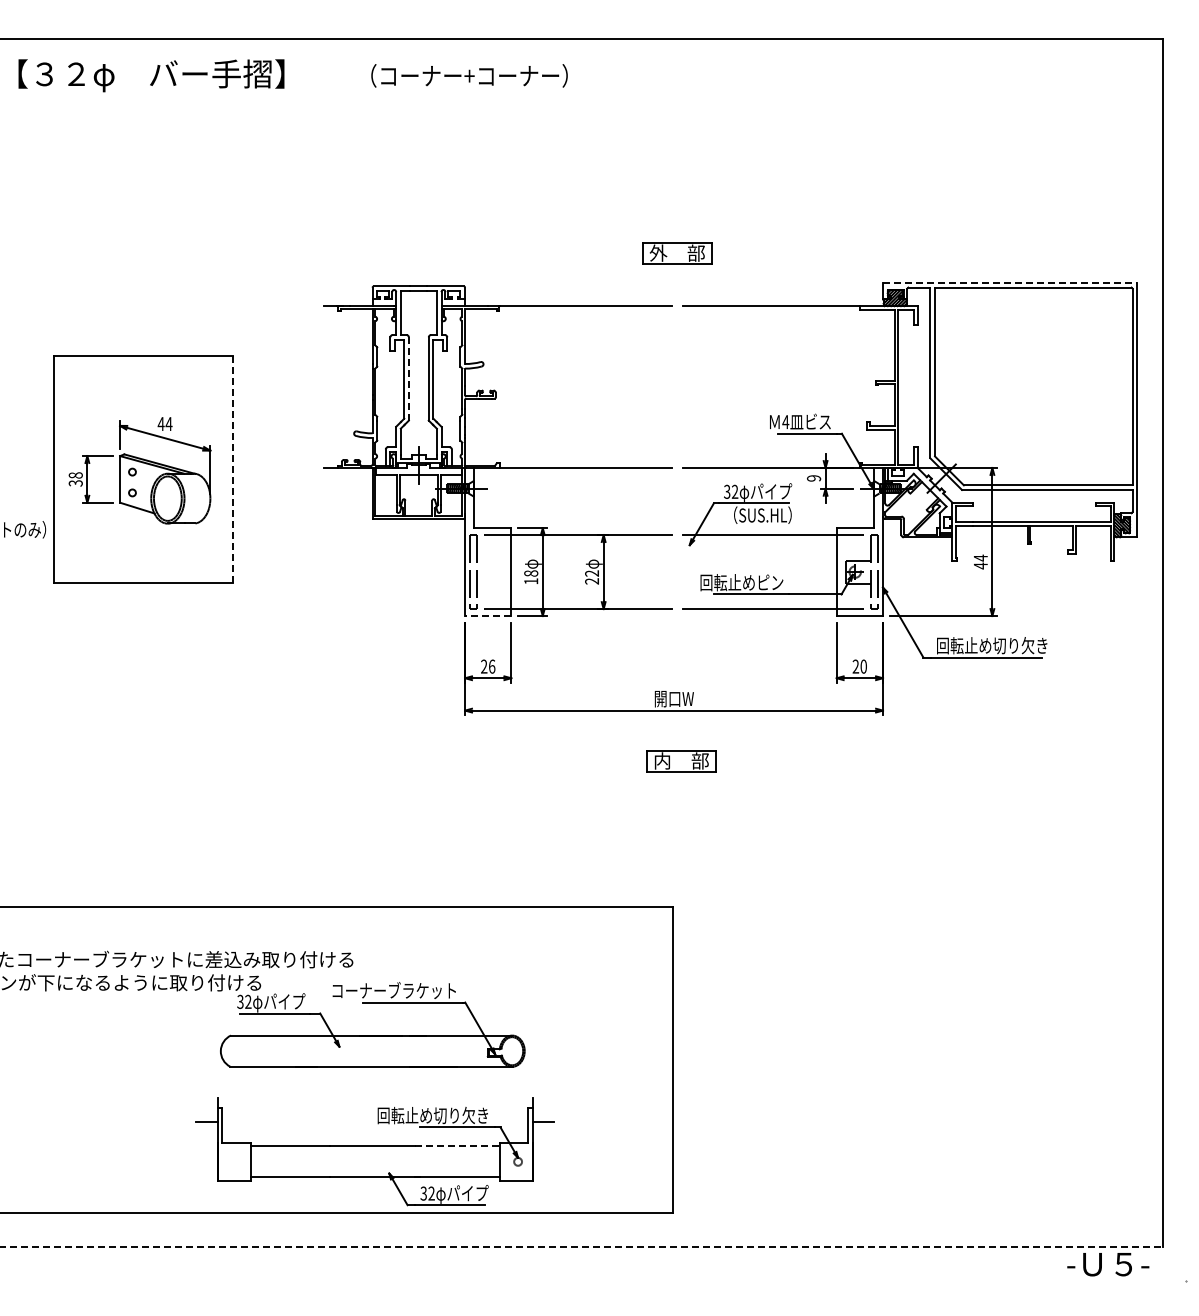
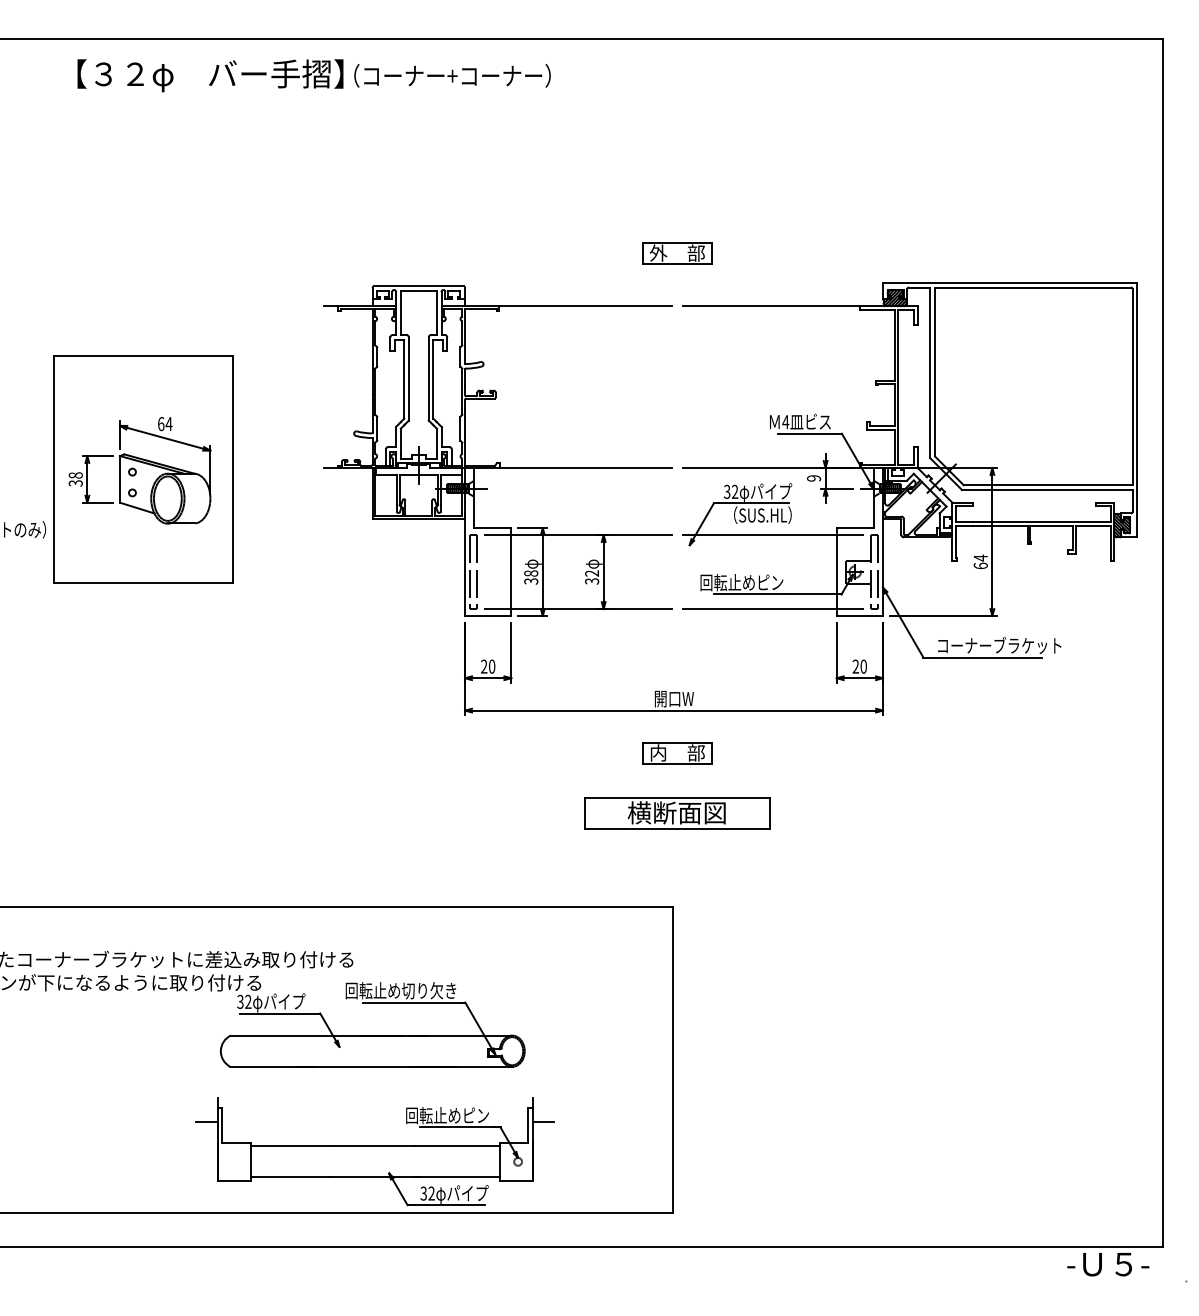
text at (151, 75) position: (151, 75) -> (210, 75)
text at (469, 75) position: (469, 75) -> (452, 75)
line at (1010, 283): dashed -> solid
line at (408, 378): dashed -> solid
text at (160, 424): 44 -> 64
line at (233, 469): dashed -> solid
text at (980, 565): 44 -> 64
text at (531, 581): 18 -> 38
text at (592, 581): 22 -> 32
line at (487, 616): dashed -> solid
text at (999, 645): 回転止め切り欠き -> コーナーブラケット
text at (492, 666): 26 -> 20
part at (681, 761) position: (681, 761) -> (677, 753)
part at (677, 813): none -> present
text at (394, 990): コーナーブラケット -> 回転止め切り欠き
text at (432, 1115): 回転止め切り欠き -> 回転止めピン
line at (457, 1146): dashed -> solid
line at (582, 1246): dashed -> solid
